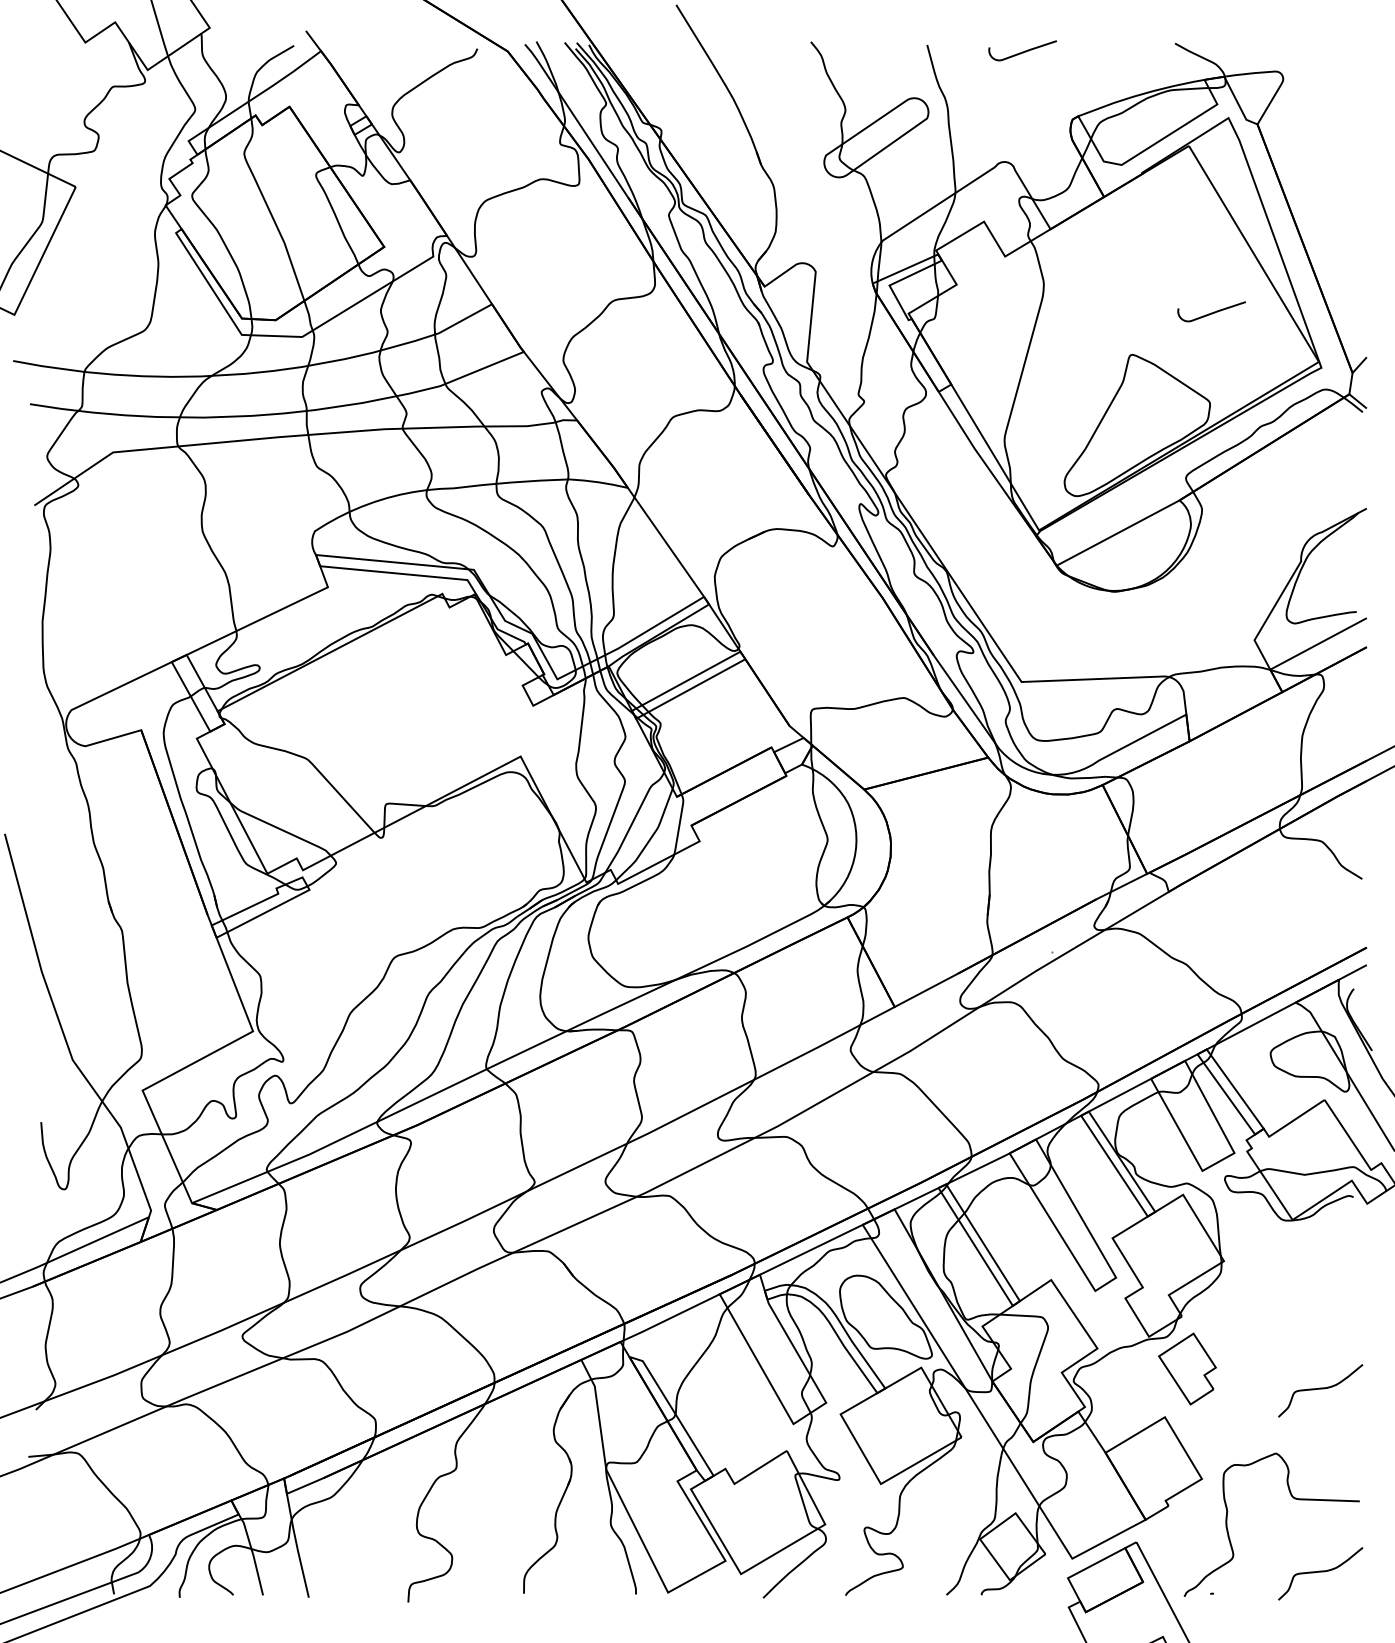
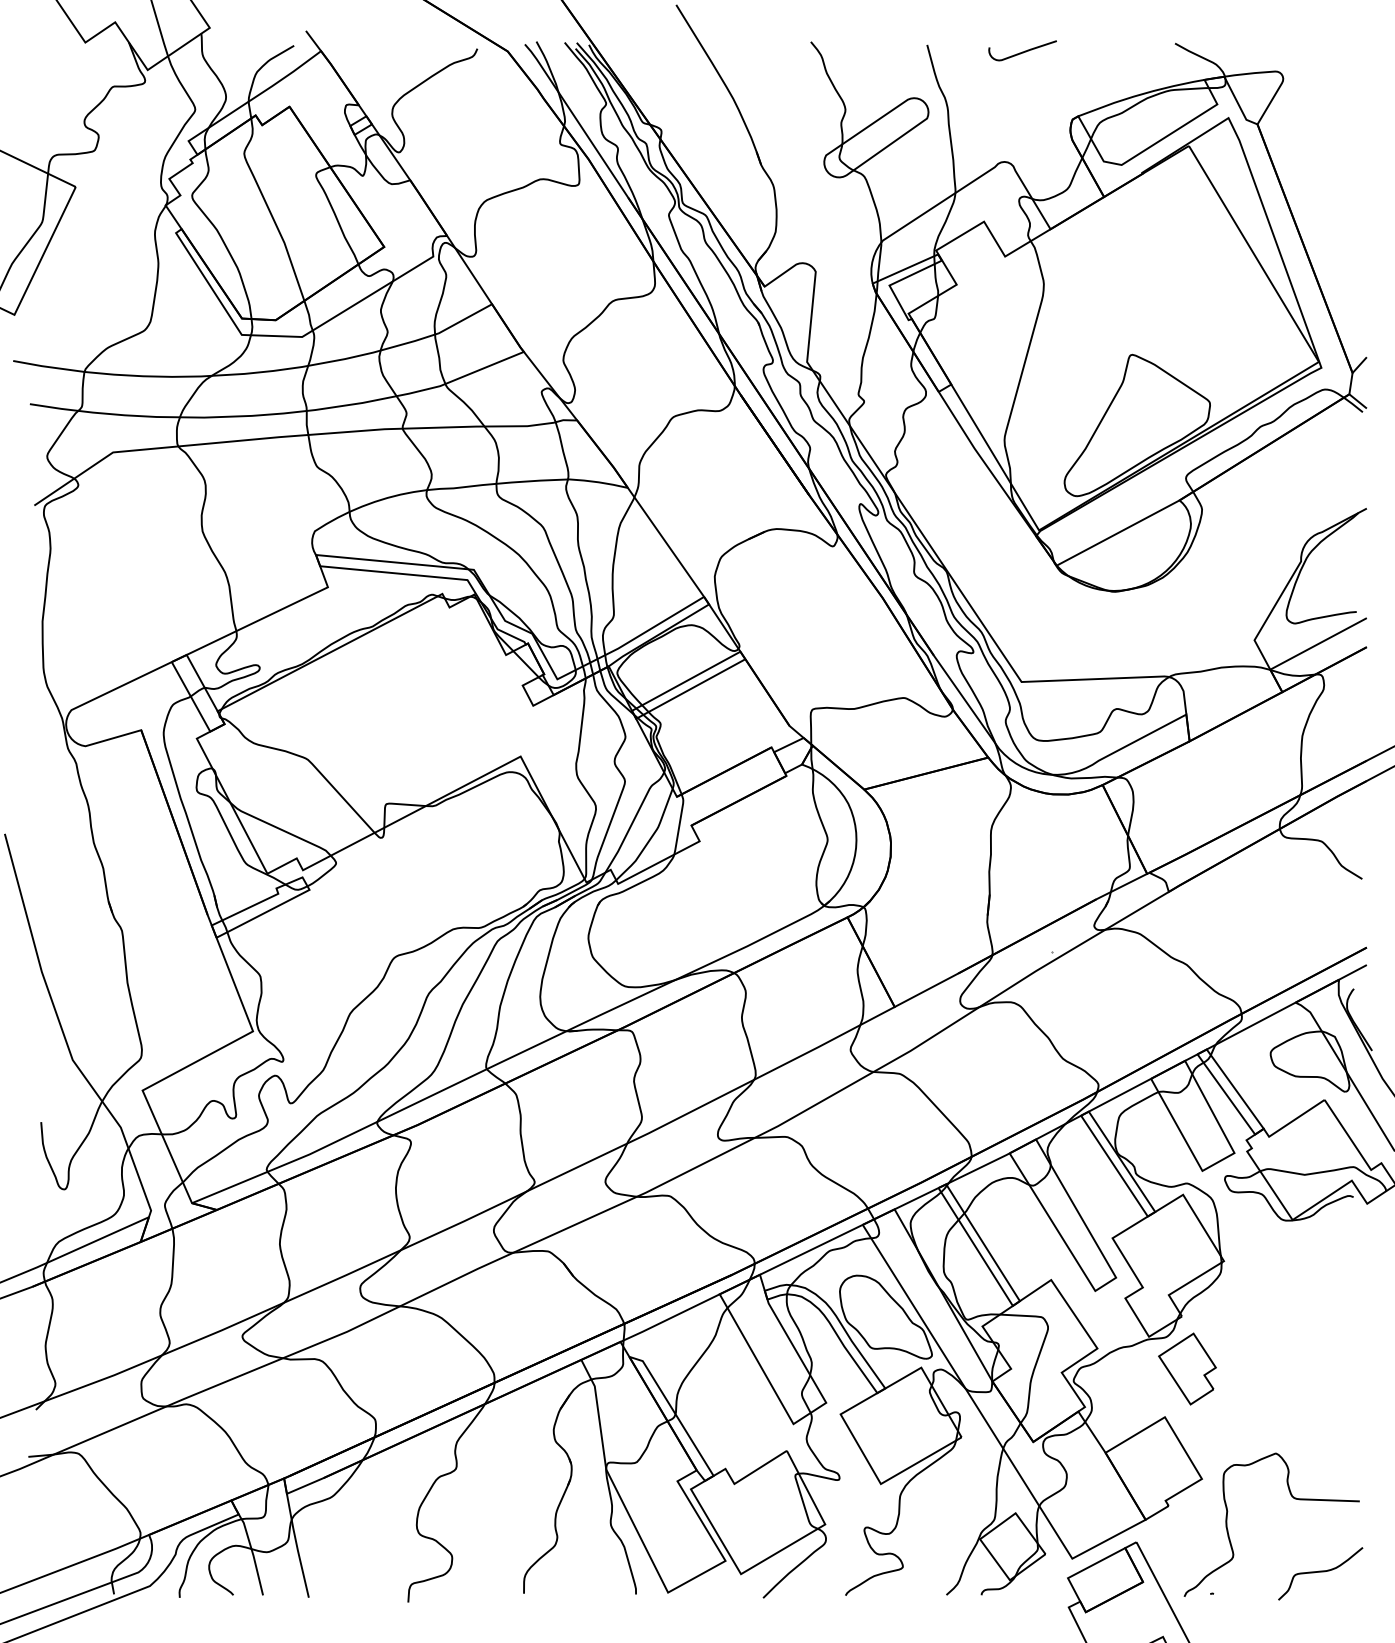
curve at (1211, 312): present -> none
curve at (1320, 1389): present -> none
